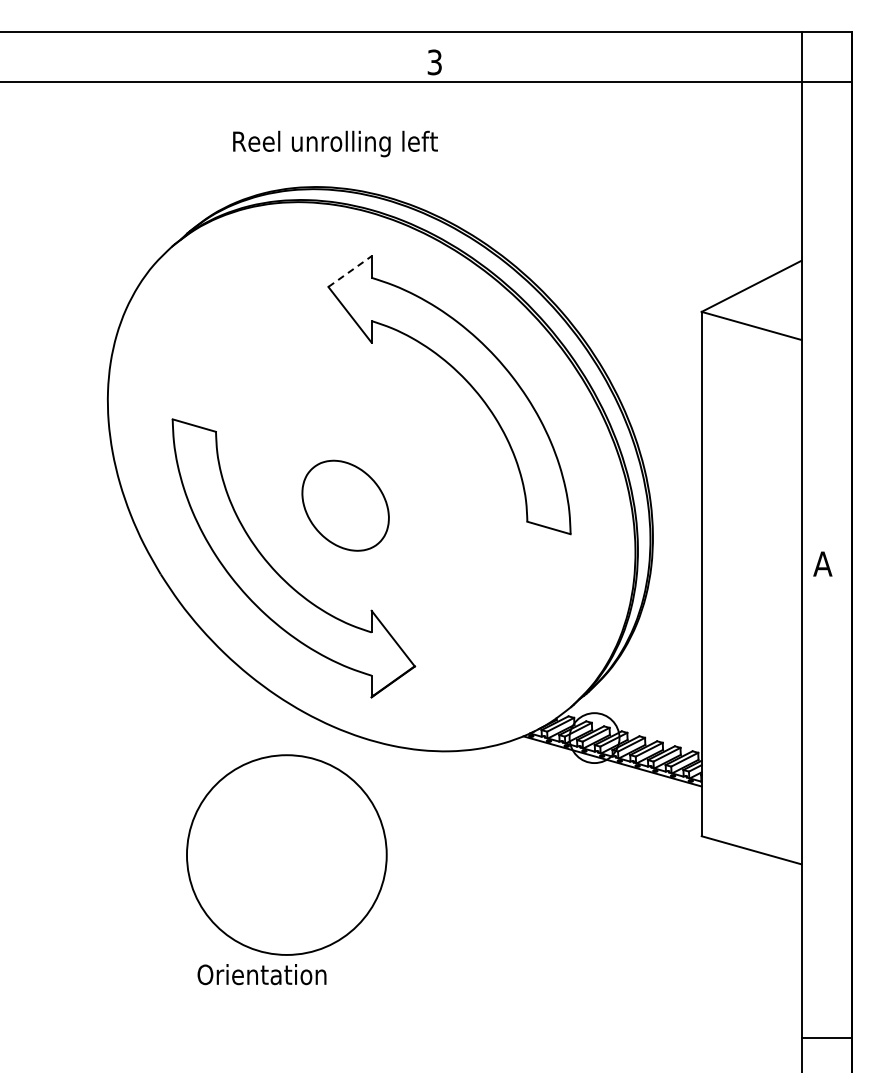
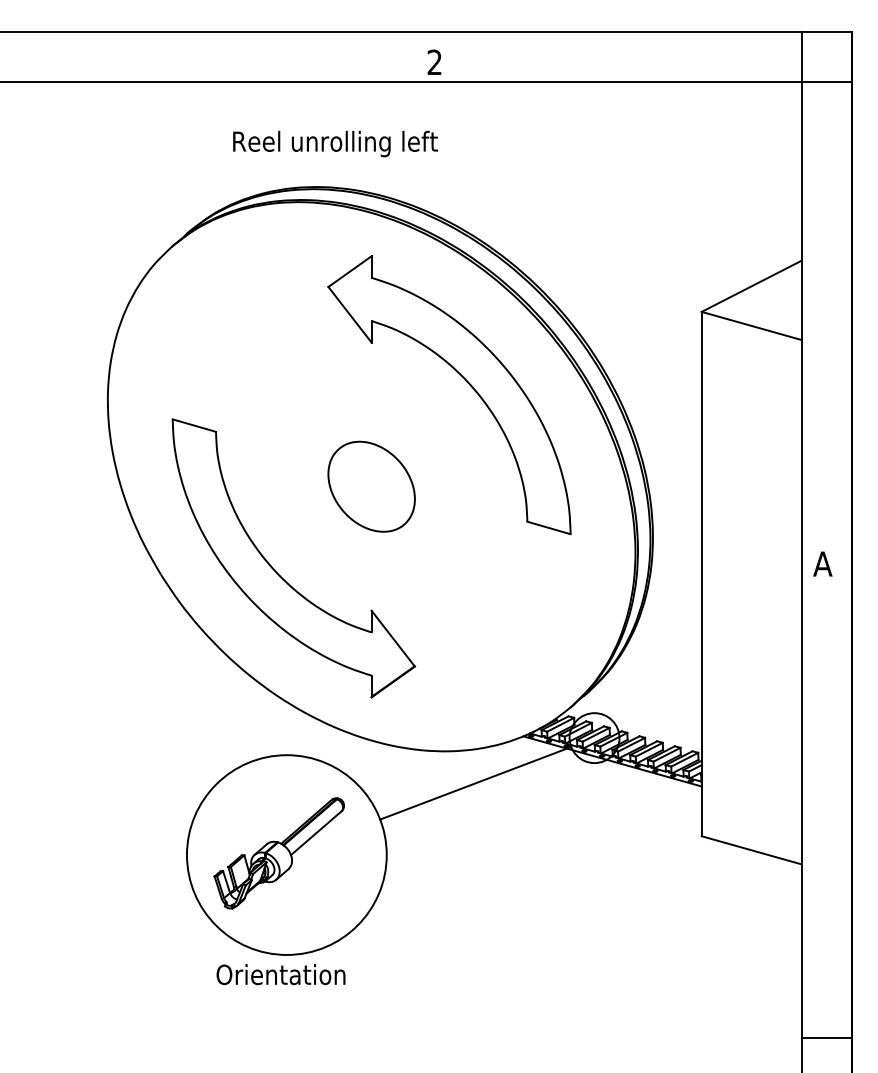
text at (434, 62): 3 -> 2
line at (350, 271): dashed -> solid
part at (345, 505) position: (345, 505) -> (371, 486)
line at (475, 783): none -> present
part at (278, 853): none -> present
text at (261, 974) position: (261, 974) -> (280, 974)
